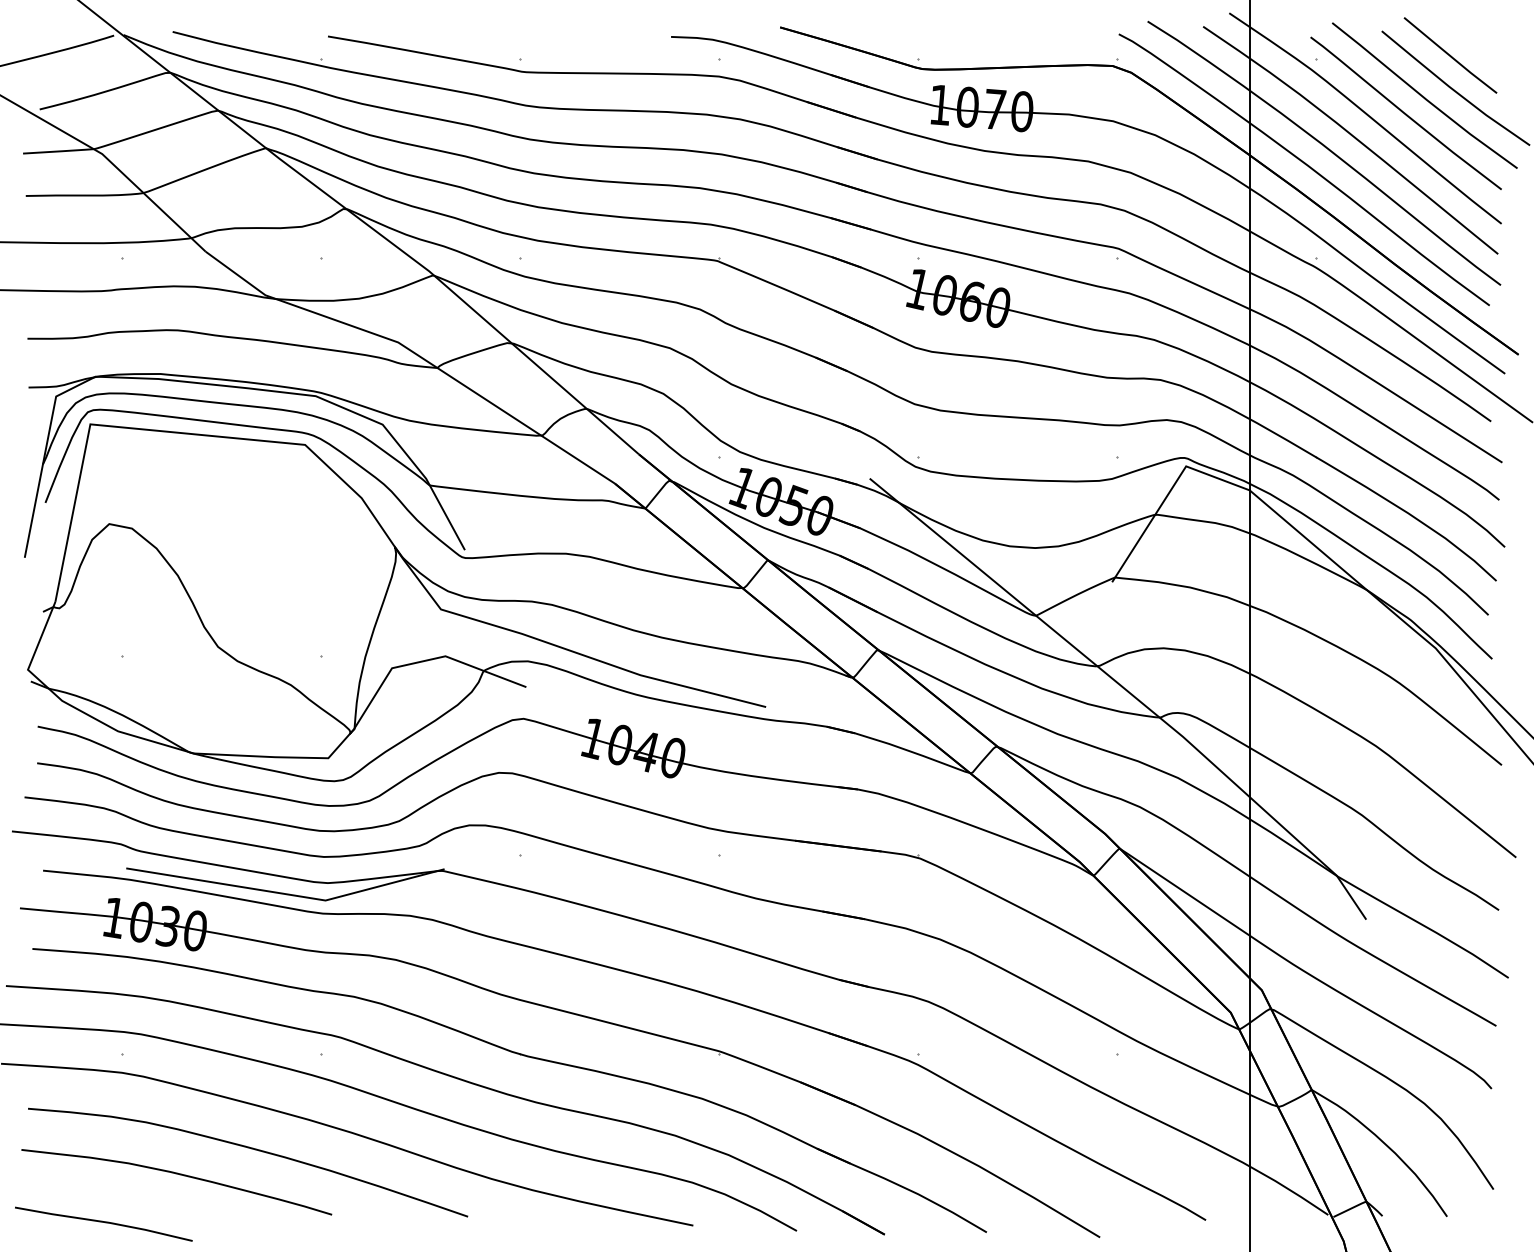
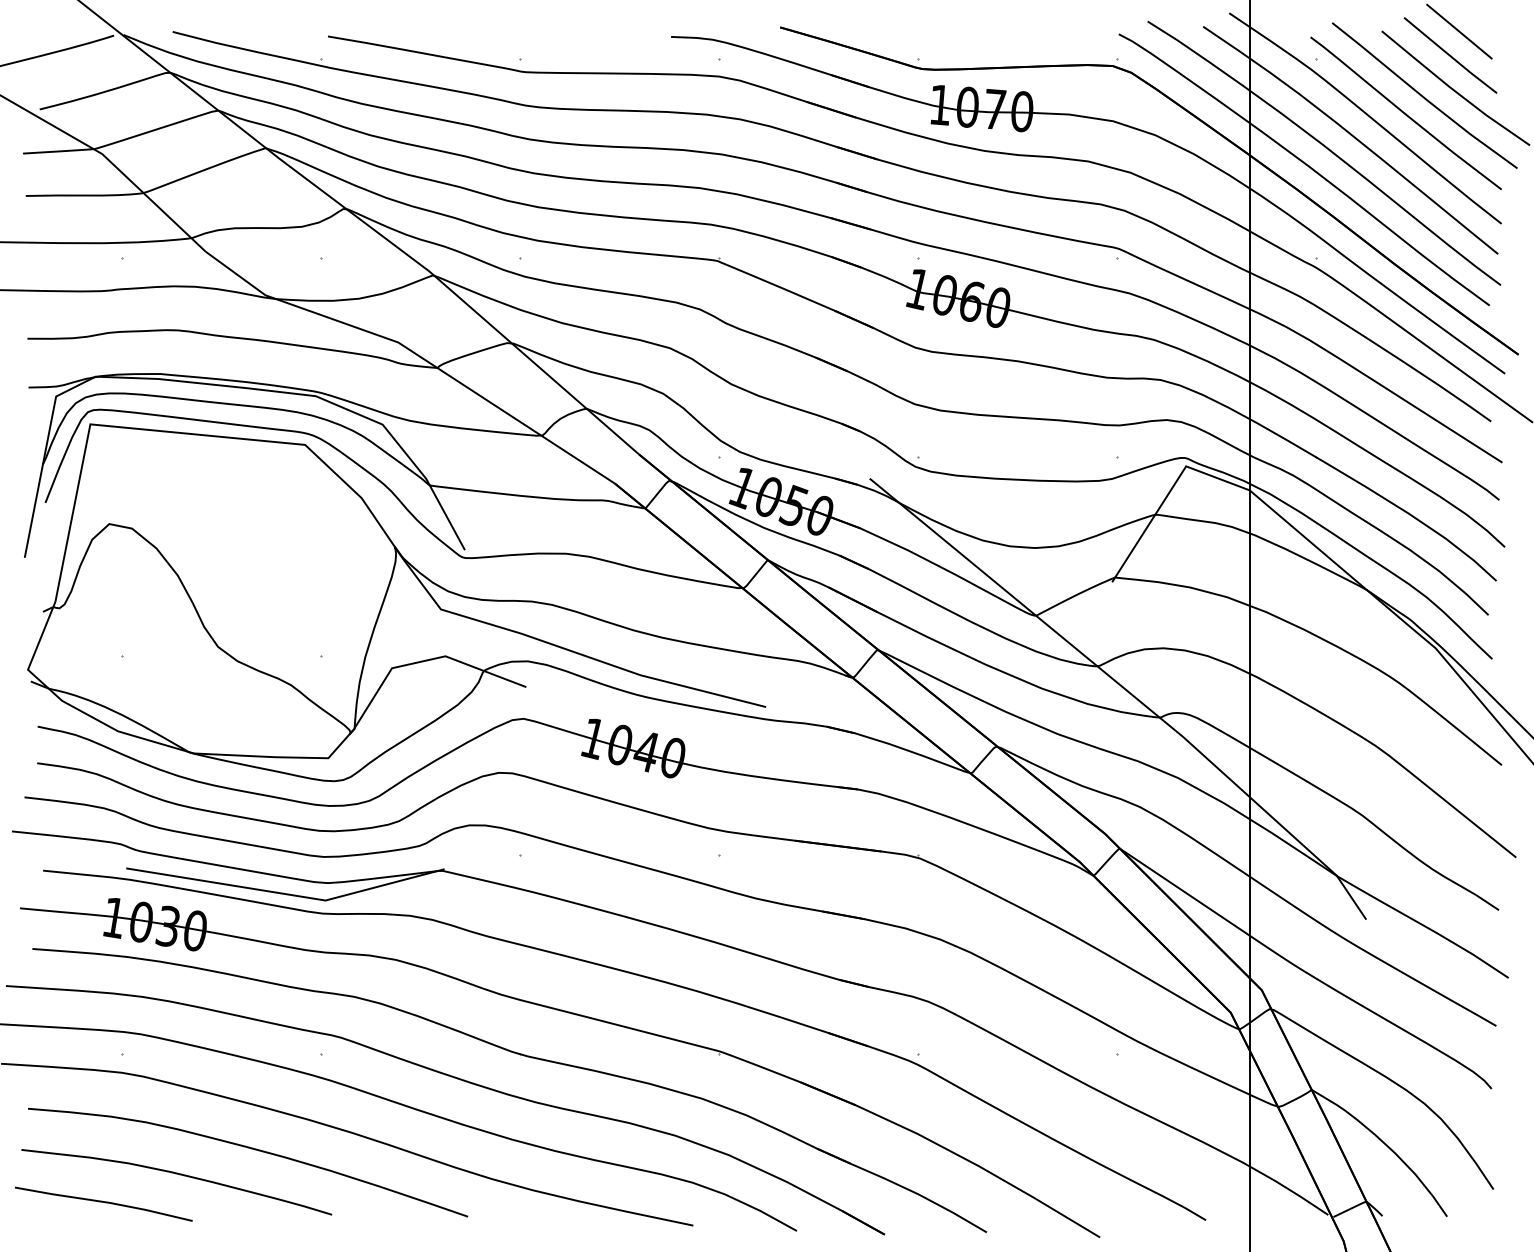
line at (1459, 31): none -> present
curve at (103, 1222) position: (103, 1222) -> (103, 1202)
